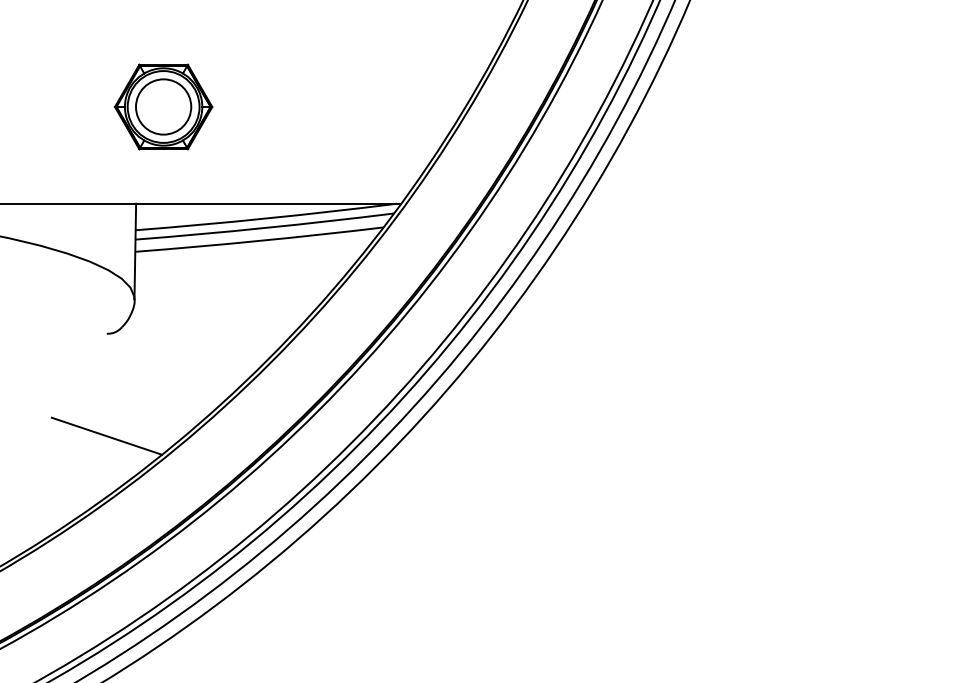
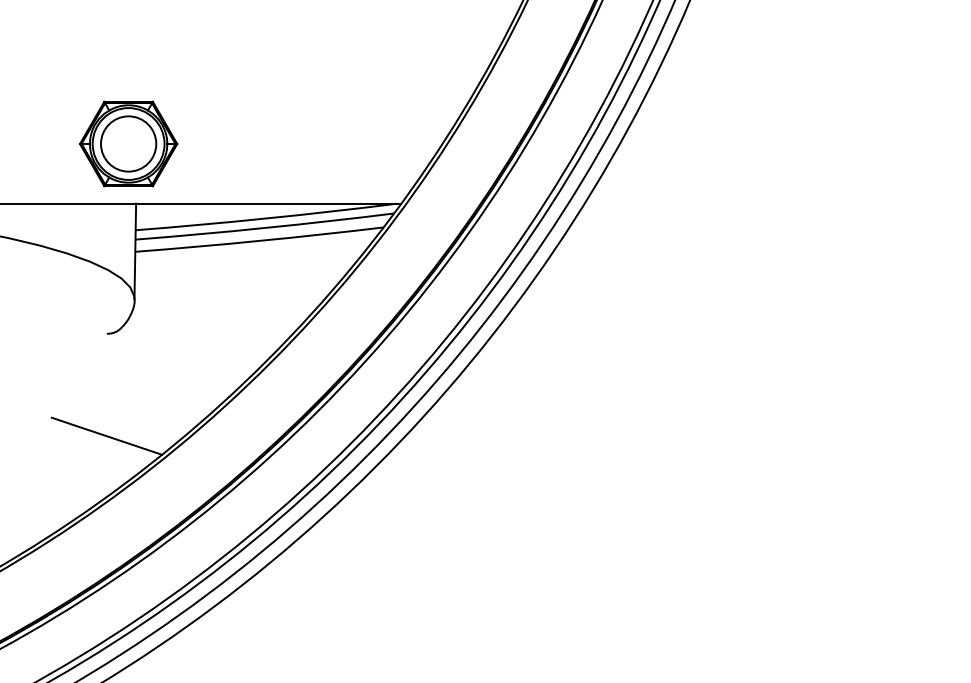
part at (163, 106) position: (163, 106) -> (128, 143)
